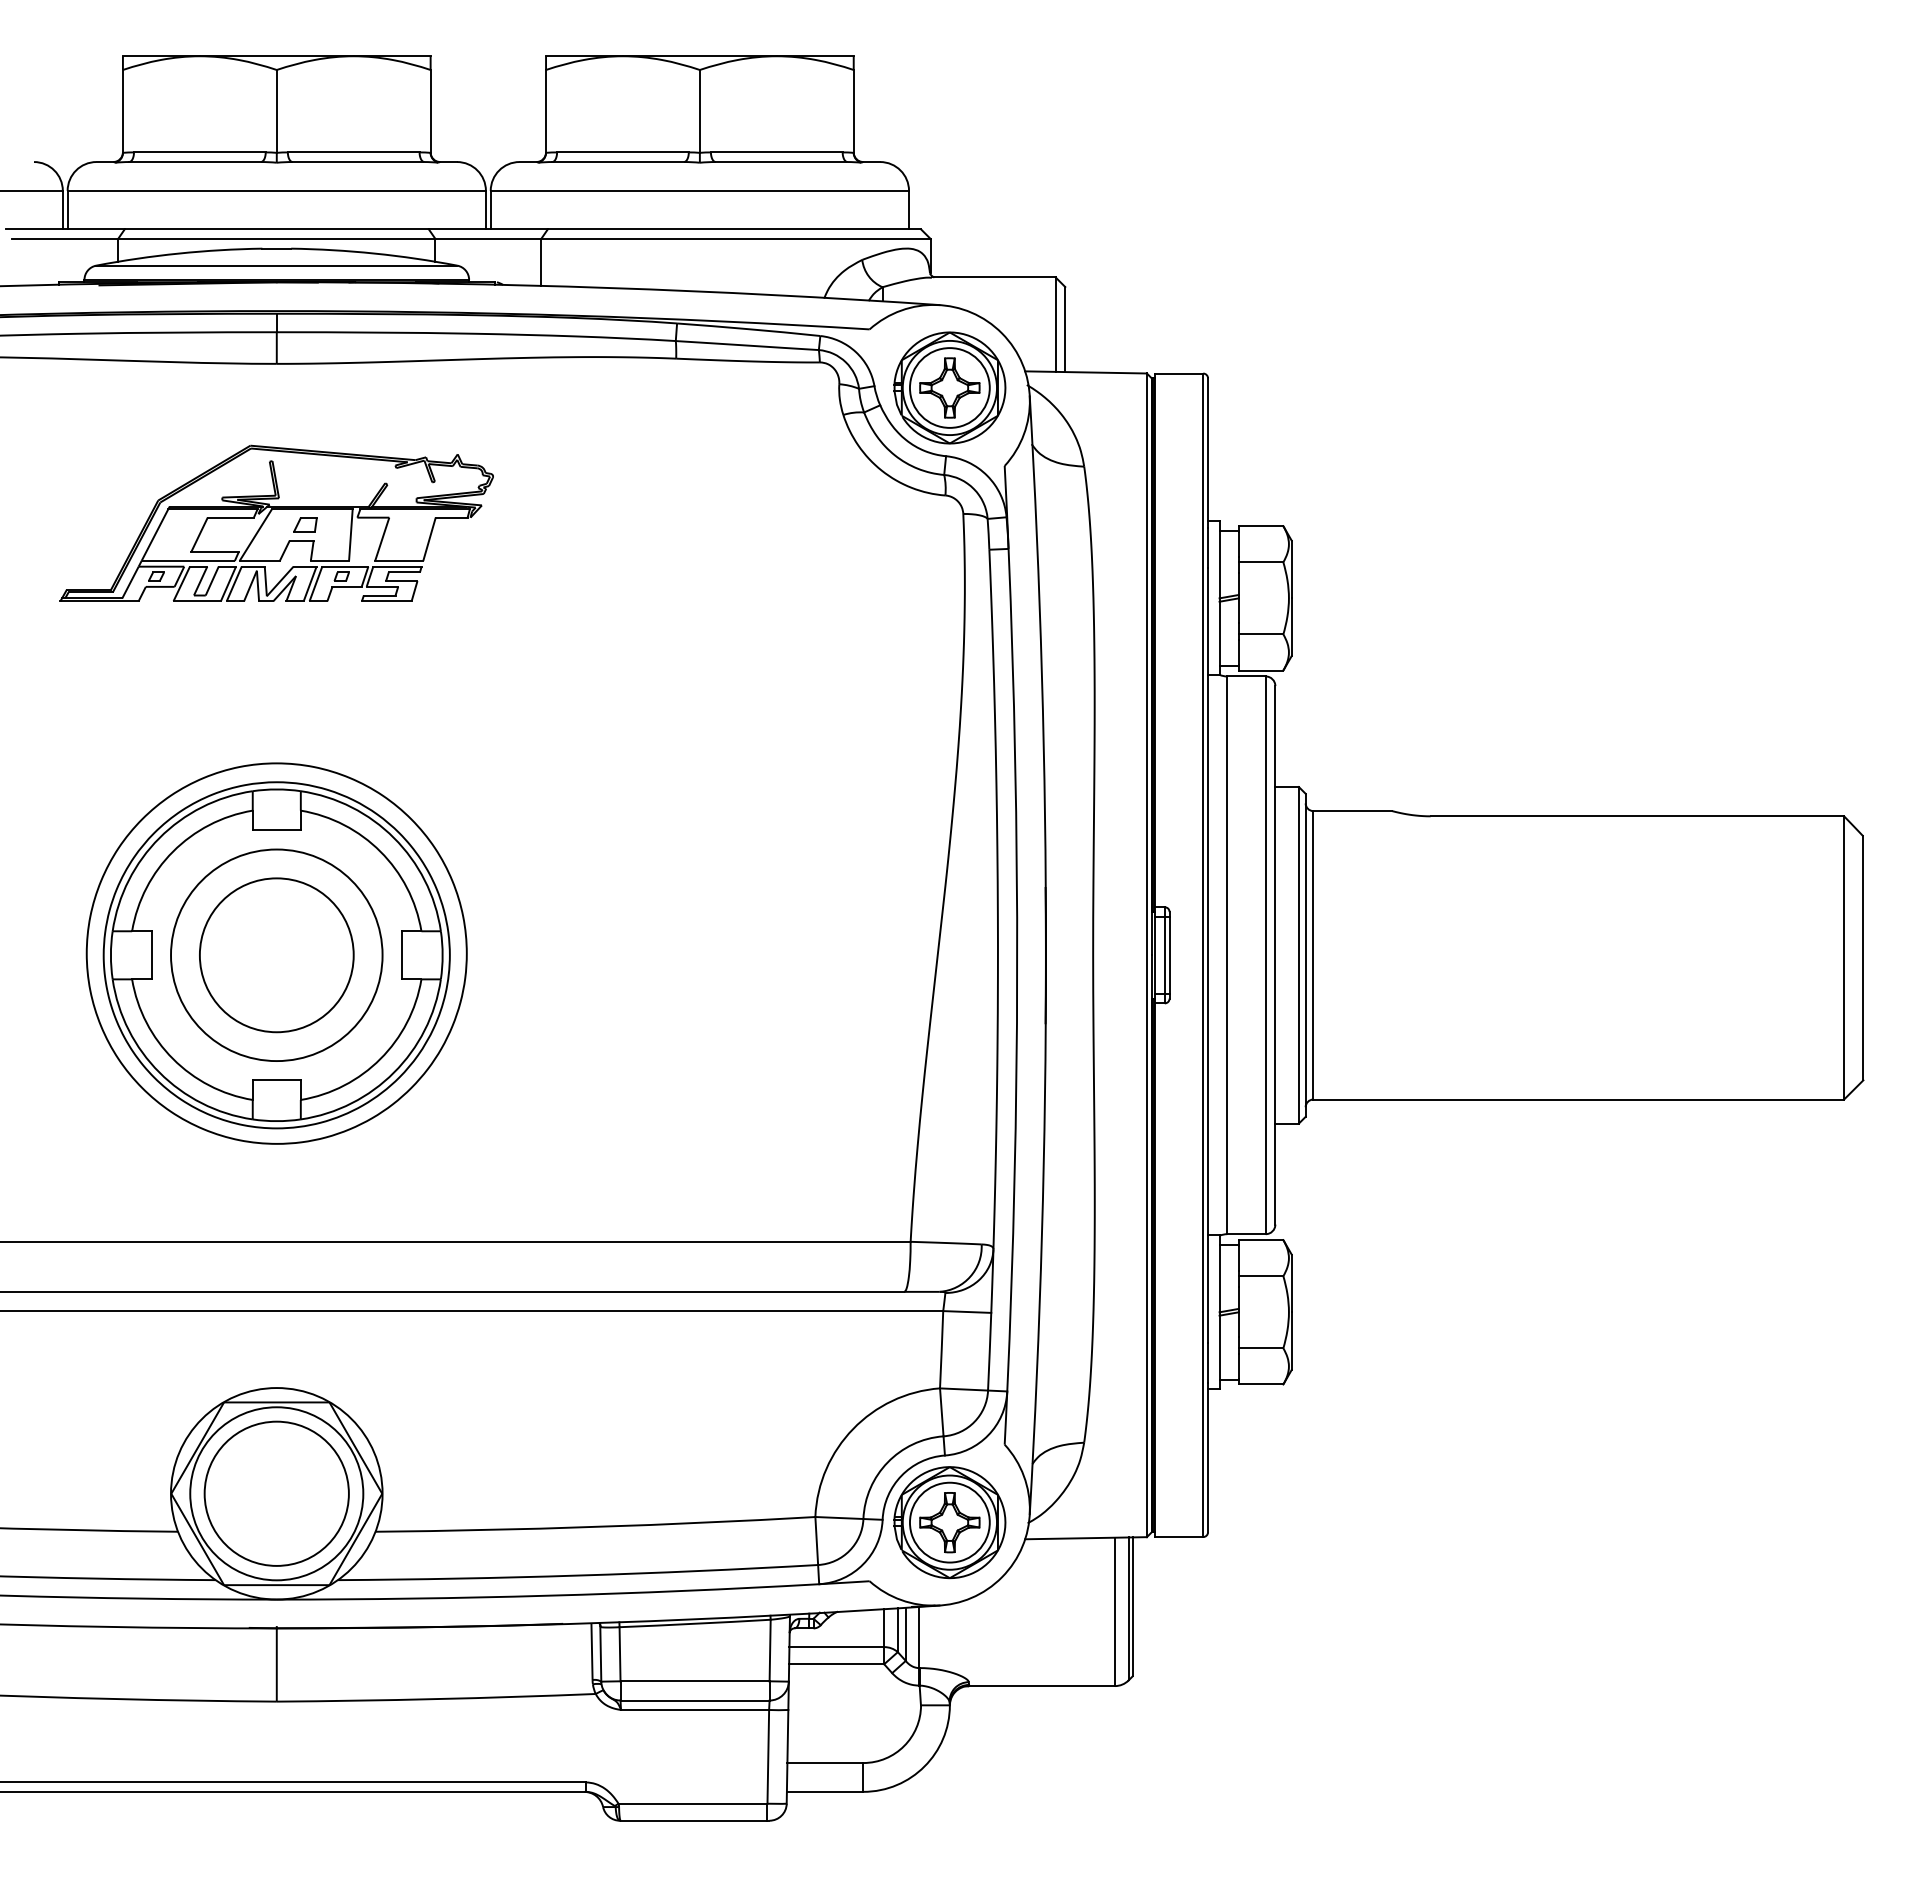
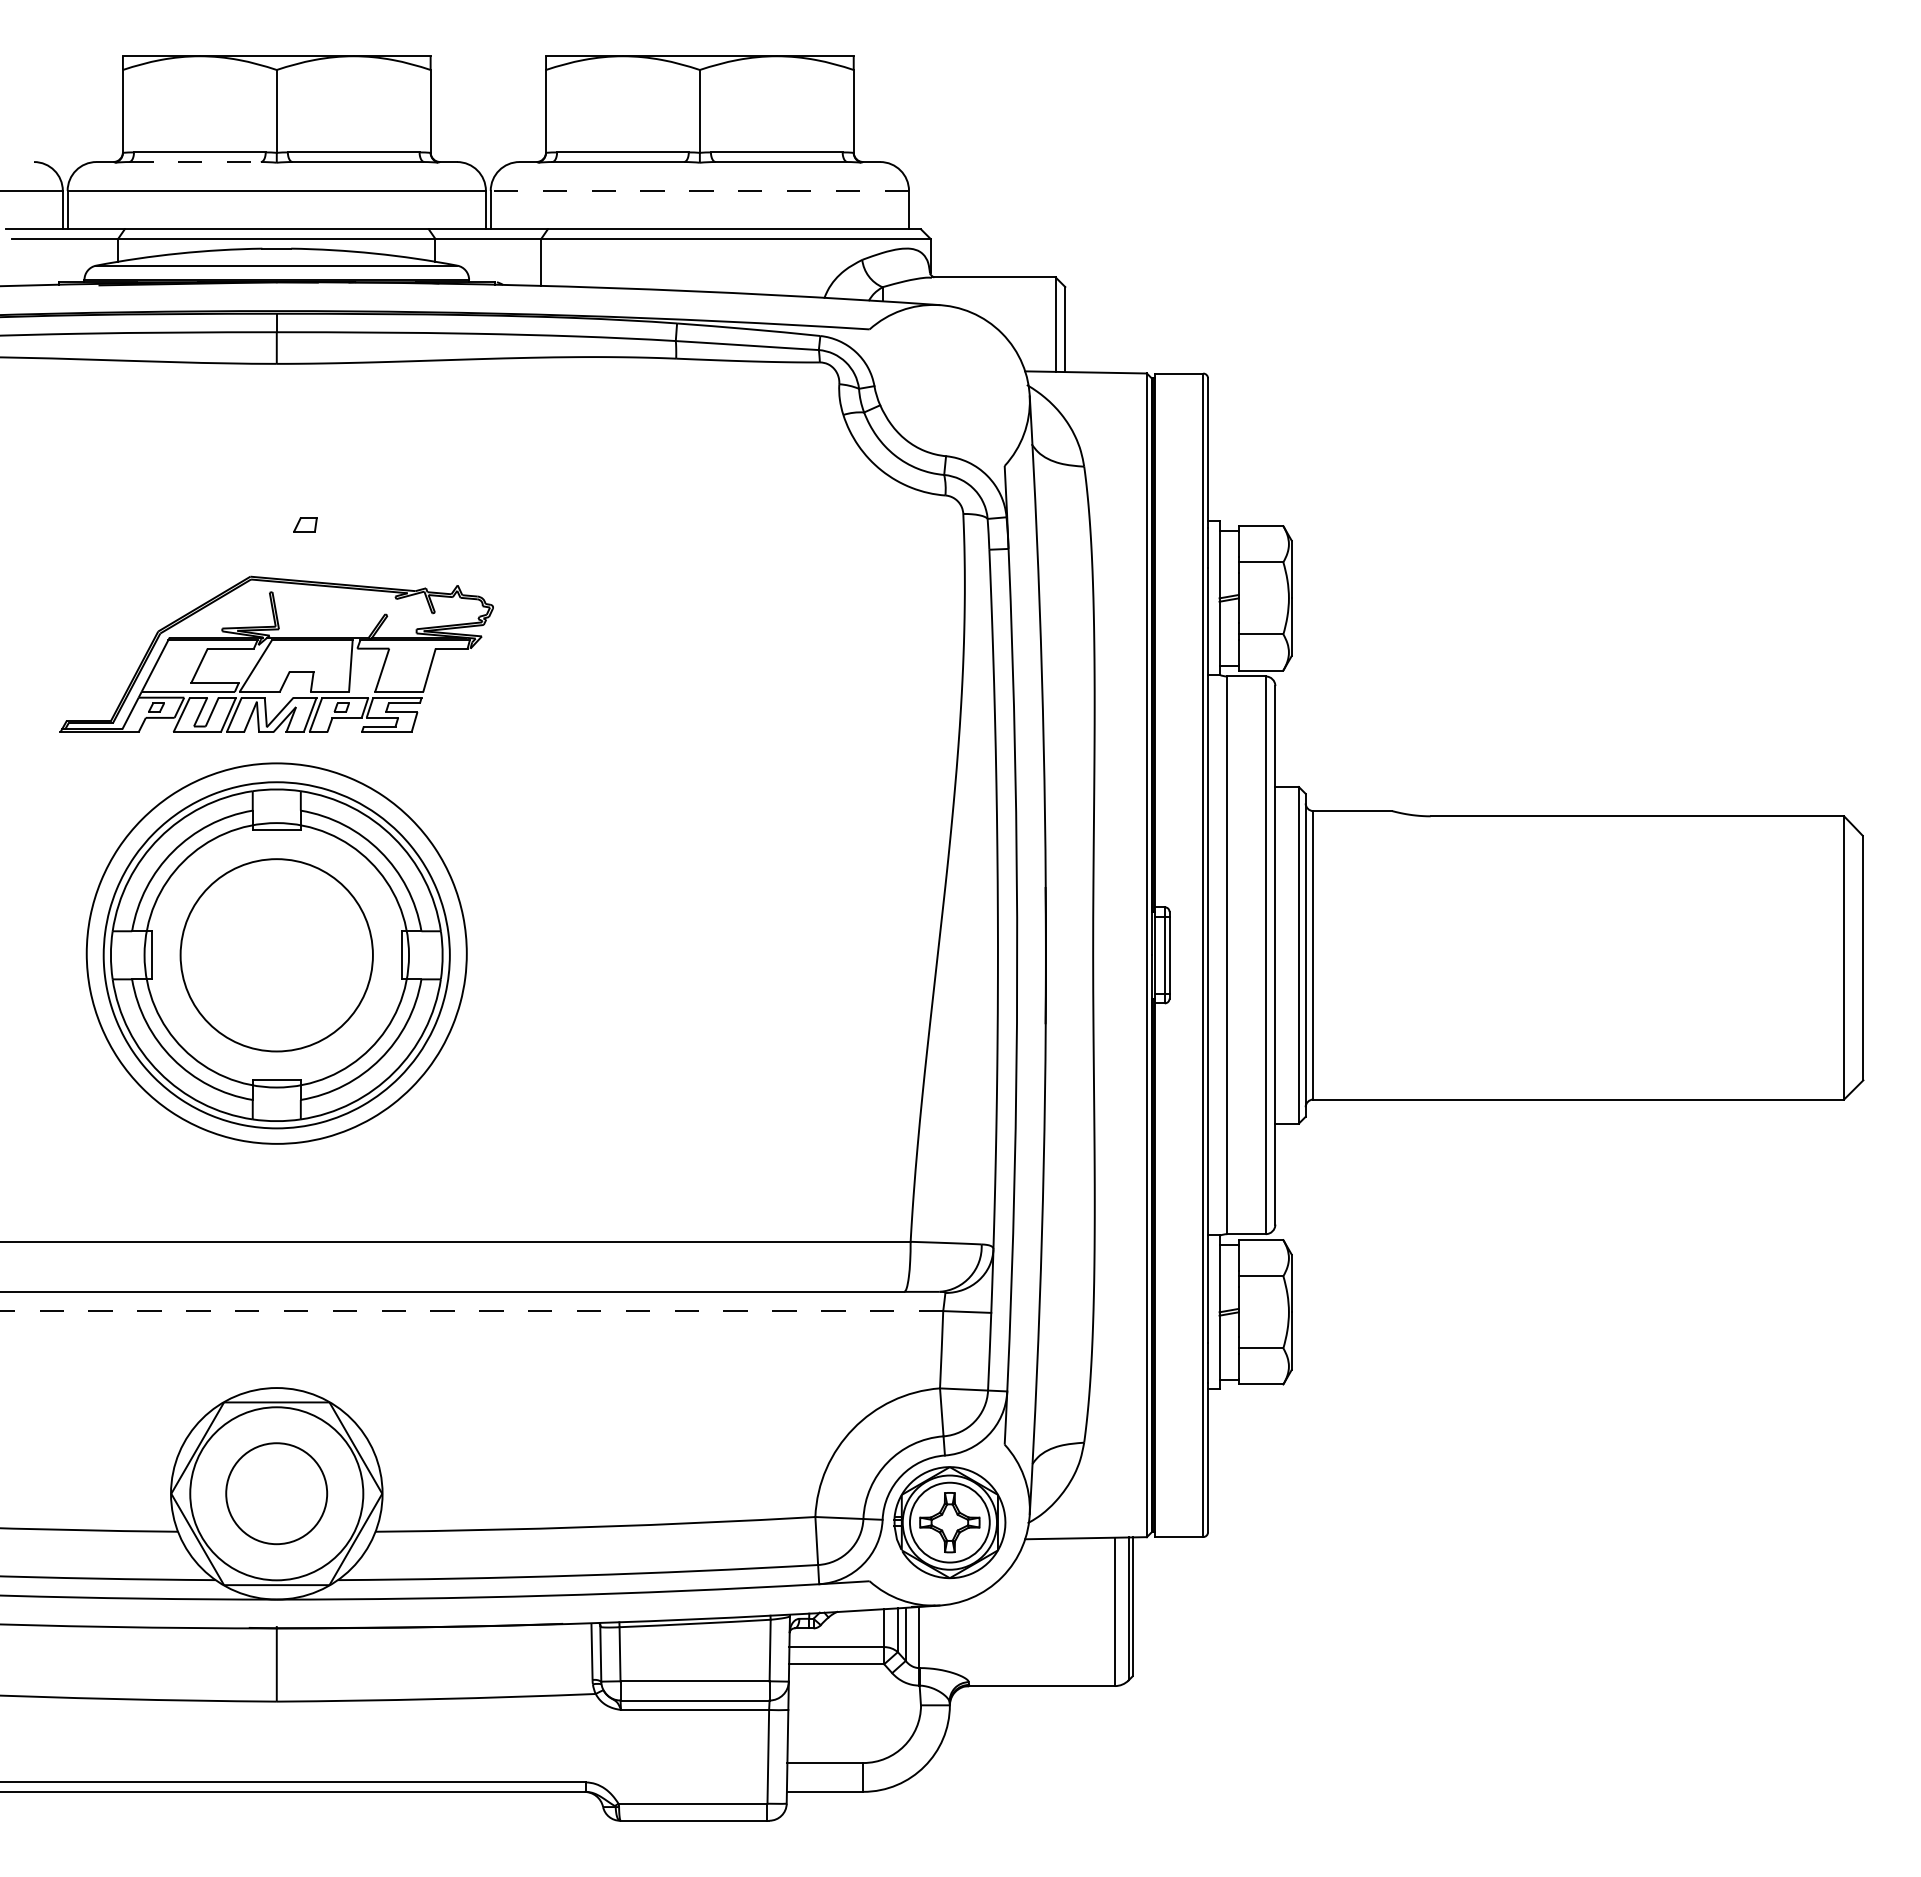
line at (195, 162): solid -> dashed
line at (699, 190): solid -> dashed
part at (949, 387): present -> none
part at (276, 522) position: (276, 522) -> (276, 653)
circle at (276, 955) diameter: 154 px -> 192 px
circle at (276, 955) diameter: 212 px -> 264 px
line at (471, 1311): solid -> dashed
circle at (276, 1493) size: 147x147 px -> 104x104 px
